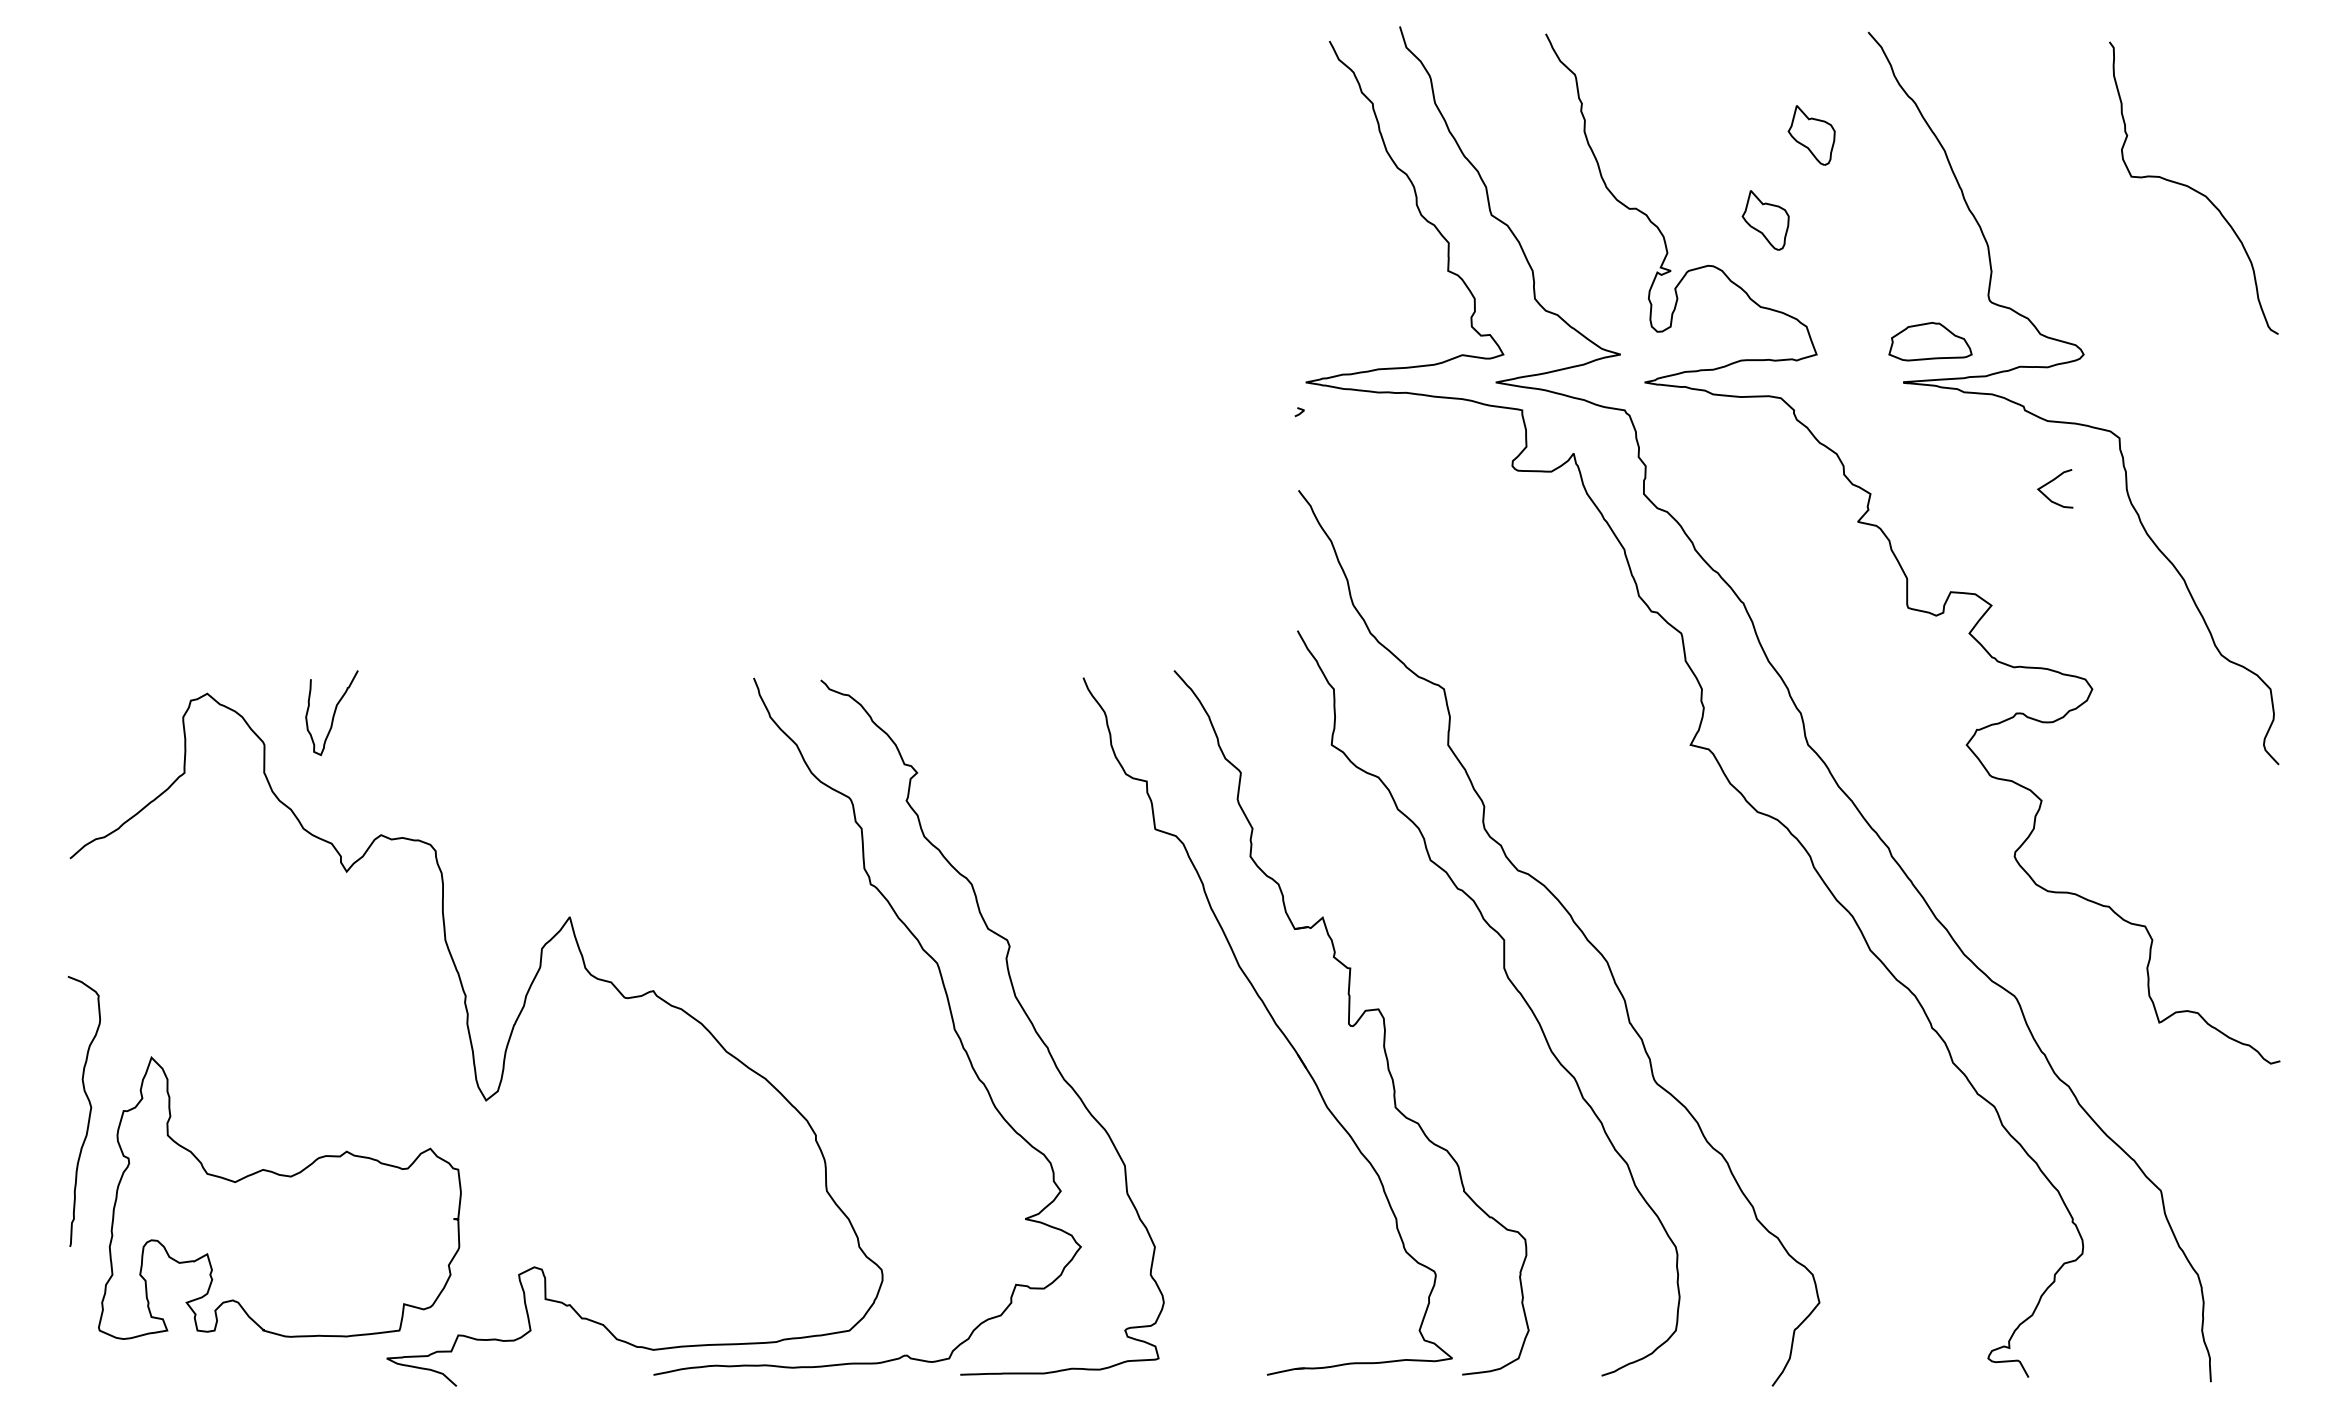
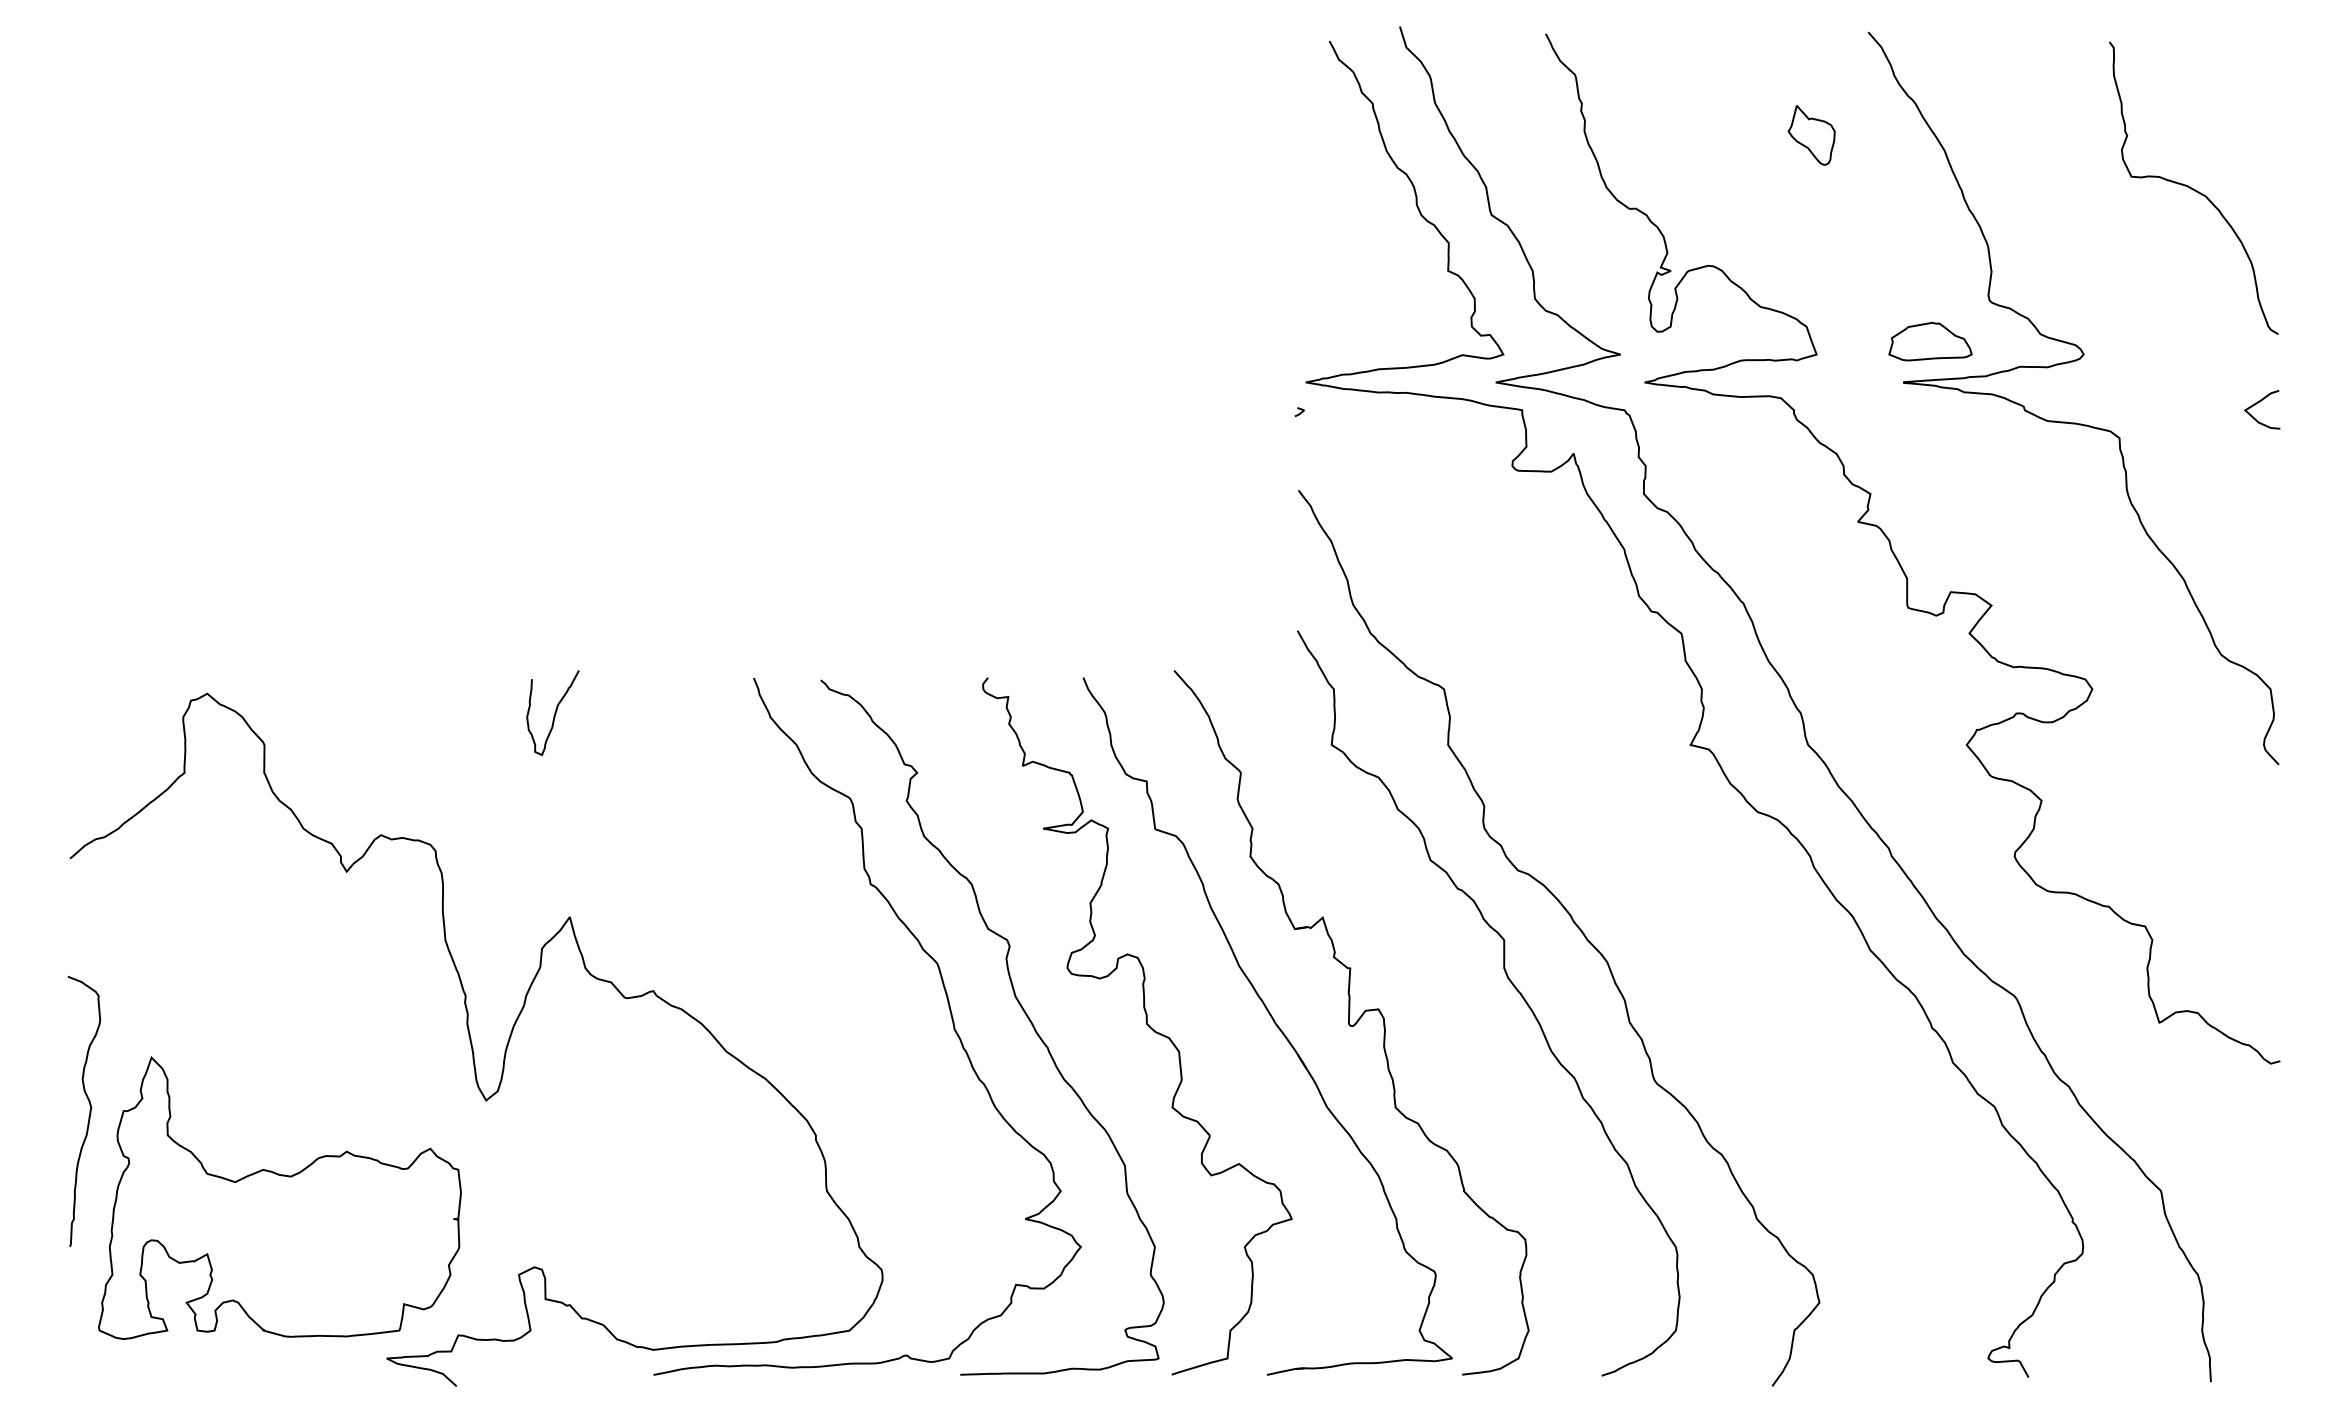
part at (1765, 220): present -> none
curve at (2051, 482) position: (2051, 482) -> (2258, 403)
curve at (333, 713) position: (333, 713) -> (554, 713)
curve at (1146, 1024): none -> present
